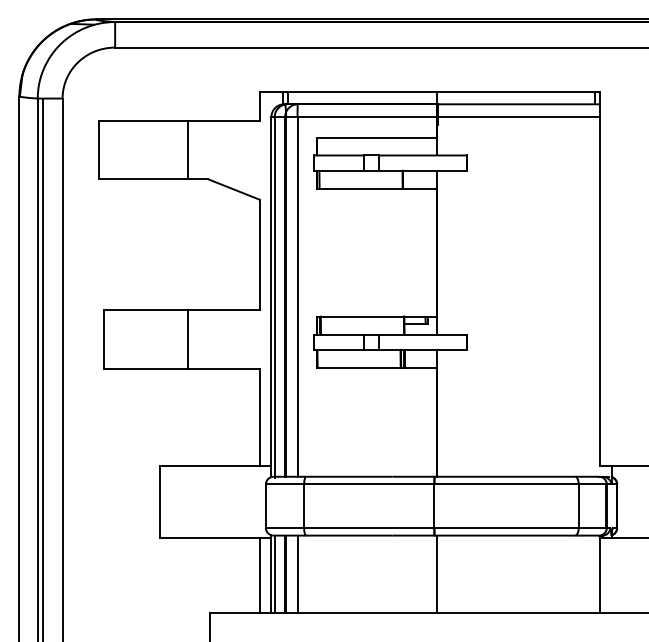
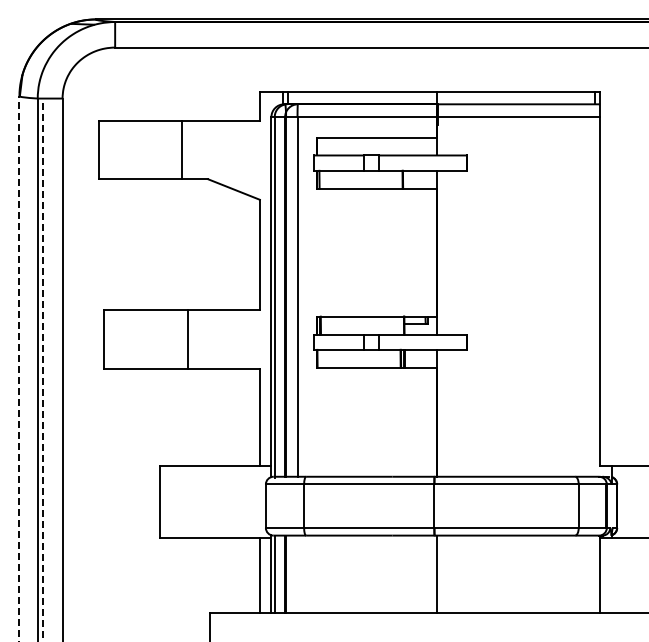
line at (188, 149) position: (188, 149) -> (182, 149)
line at (19, 368): solid -> dashed
line at (42, 370): solid -> dashed
line at (297, 574): present -> none
